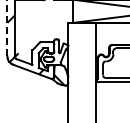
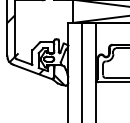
line at (7, 28): dashed -> solid
line at (82, 70): none -> present
